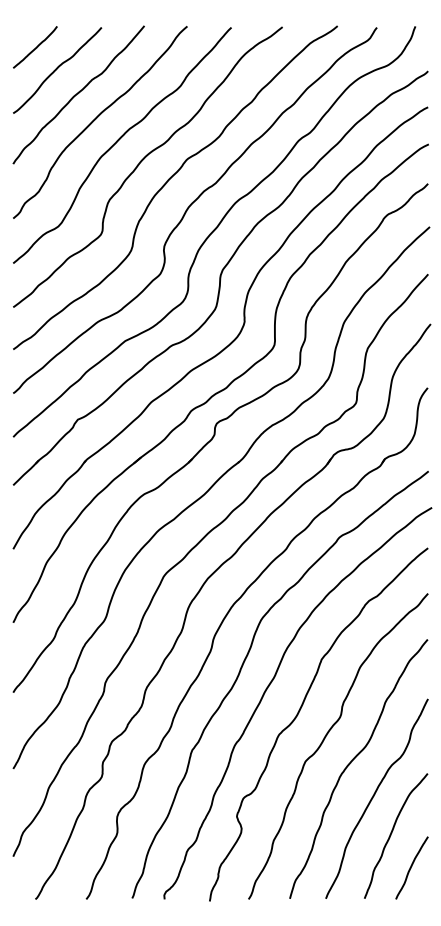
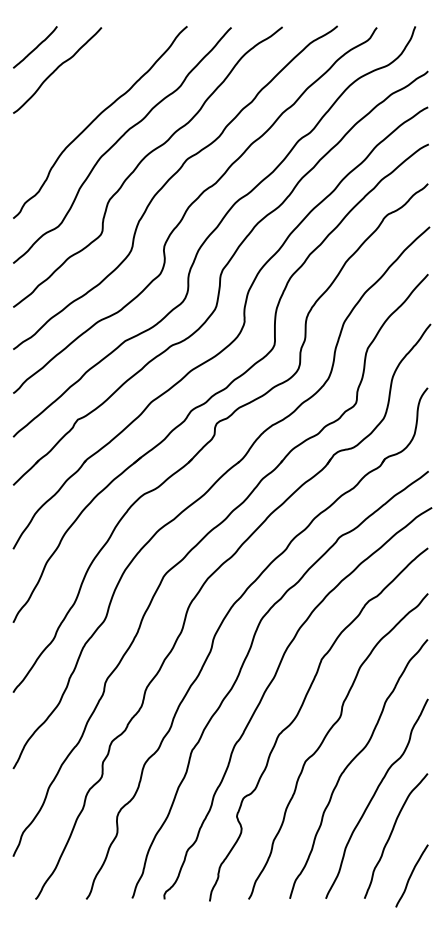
curve at (78, 94): present -> none
curve at (411, 867) position: (411, 867) -> (411, 875)
